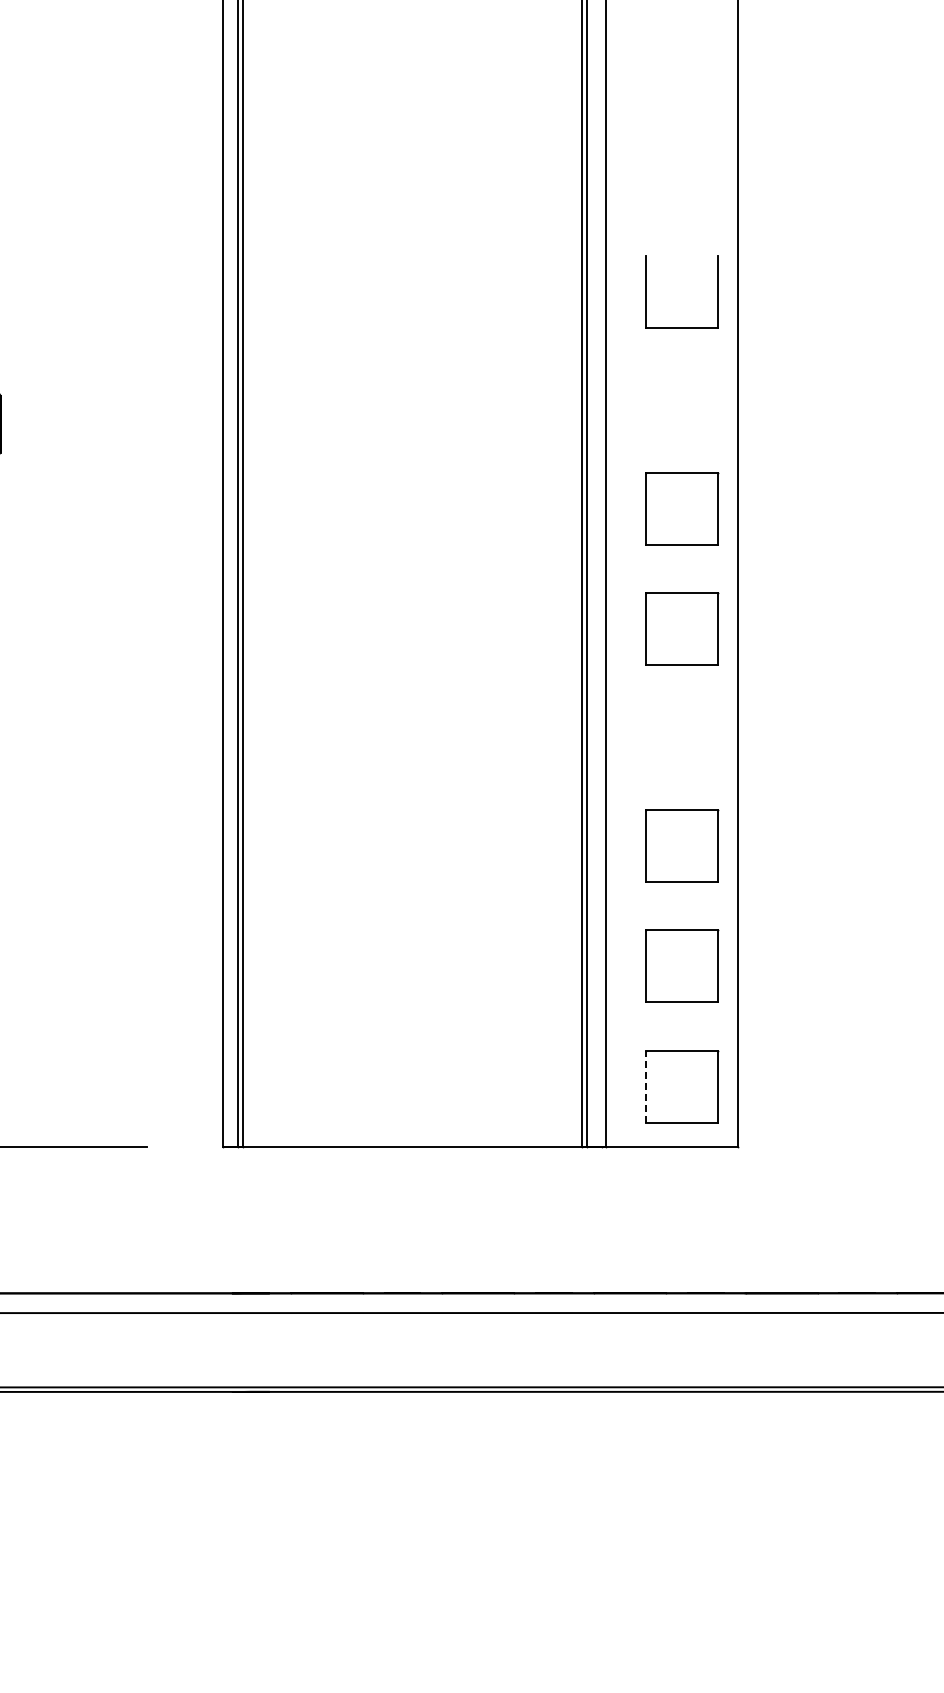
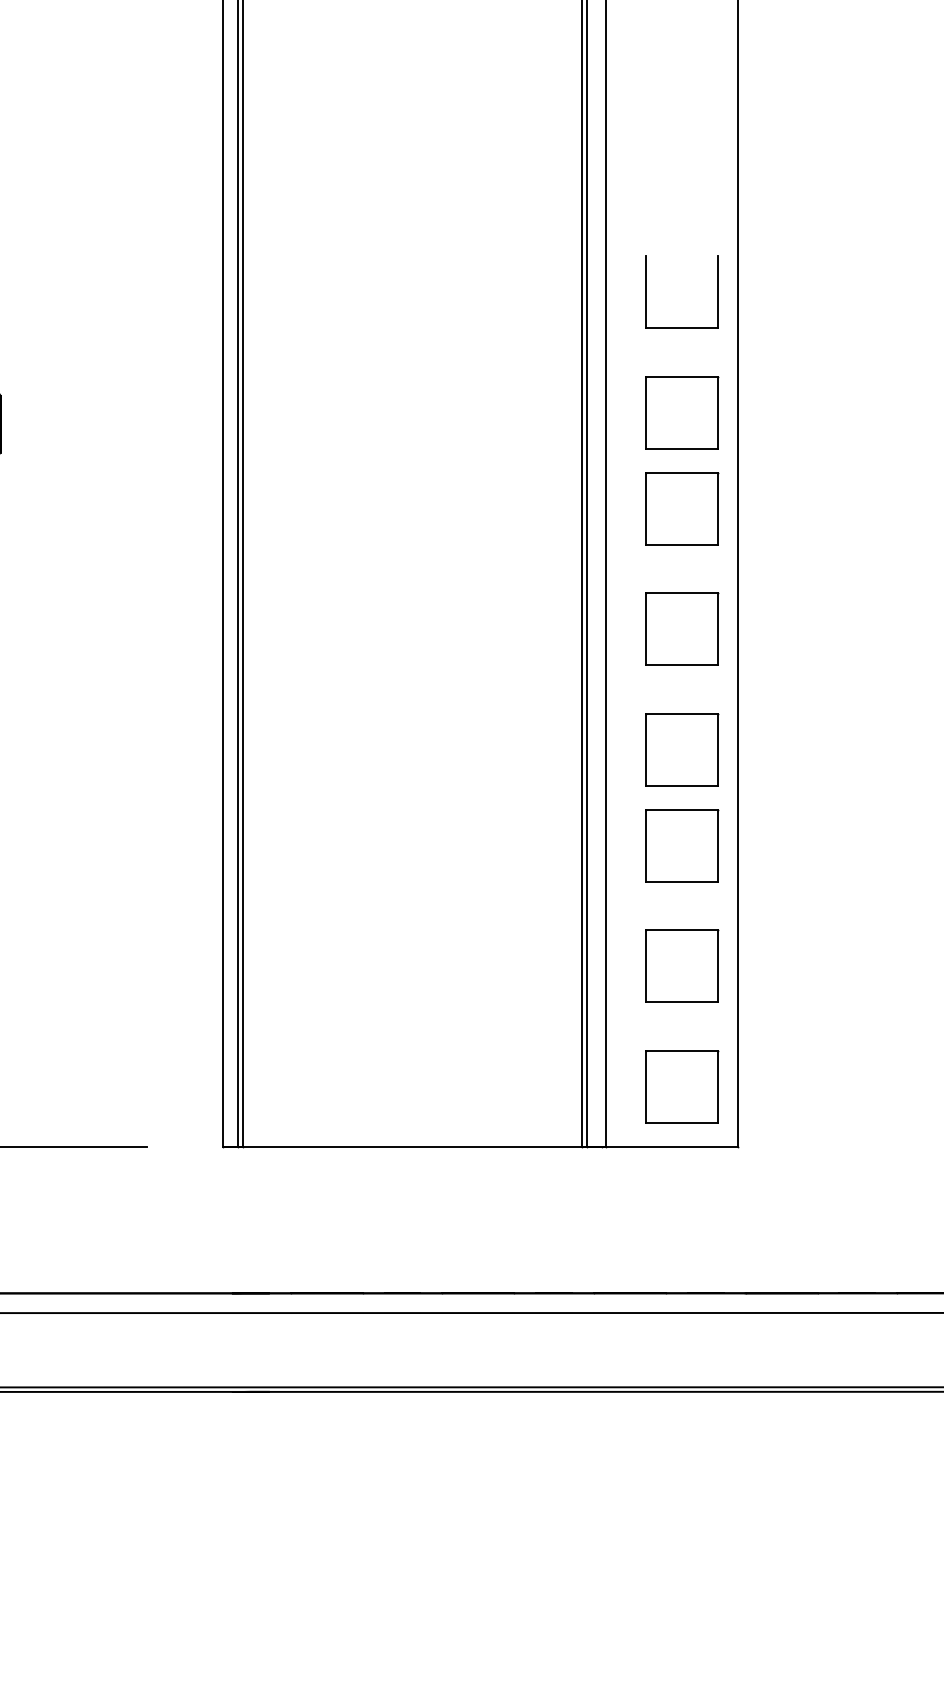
part at (682, 412): none -> present
part at (682, 749): none -> present
line at (645, 1086): dashed -> solid
